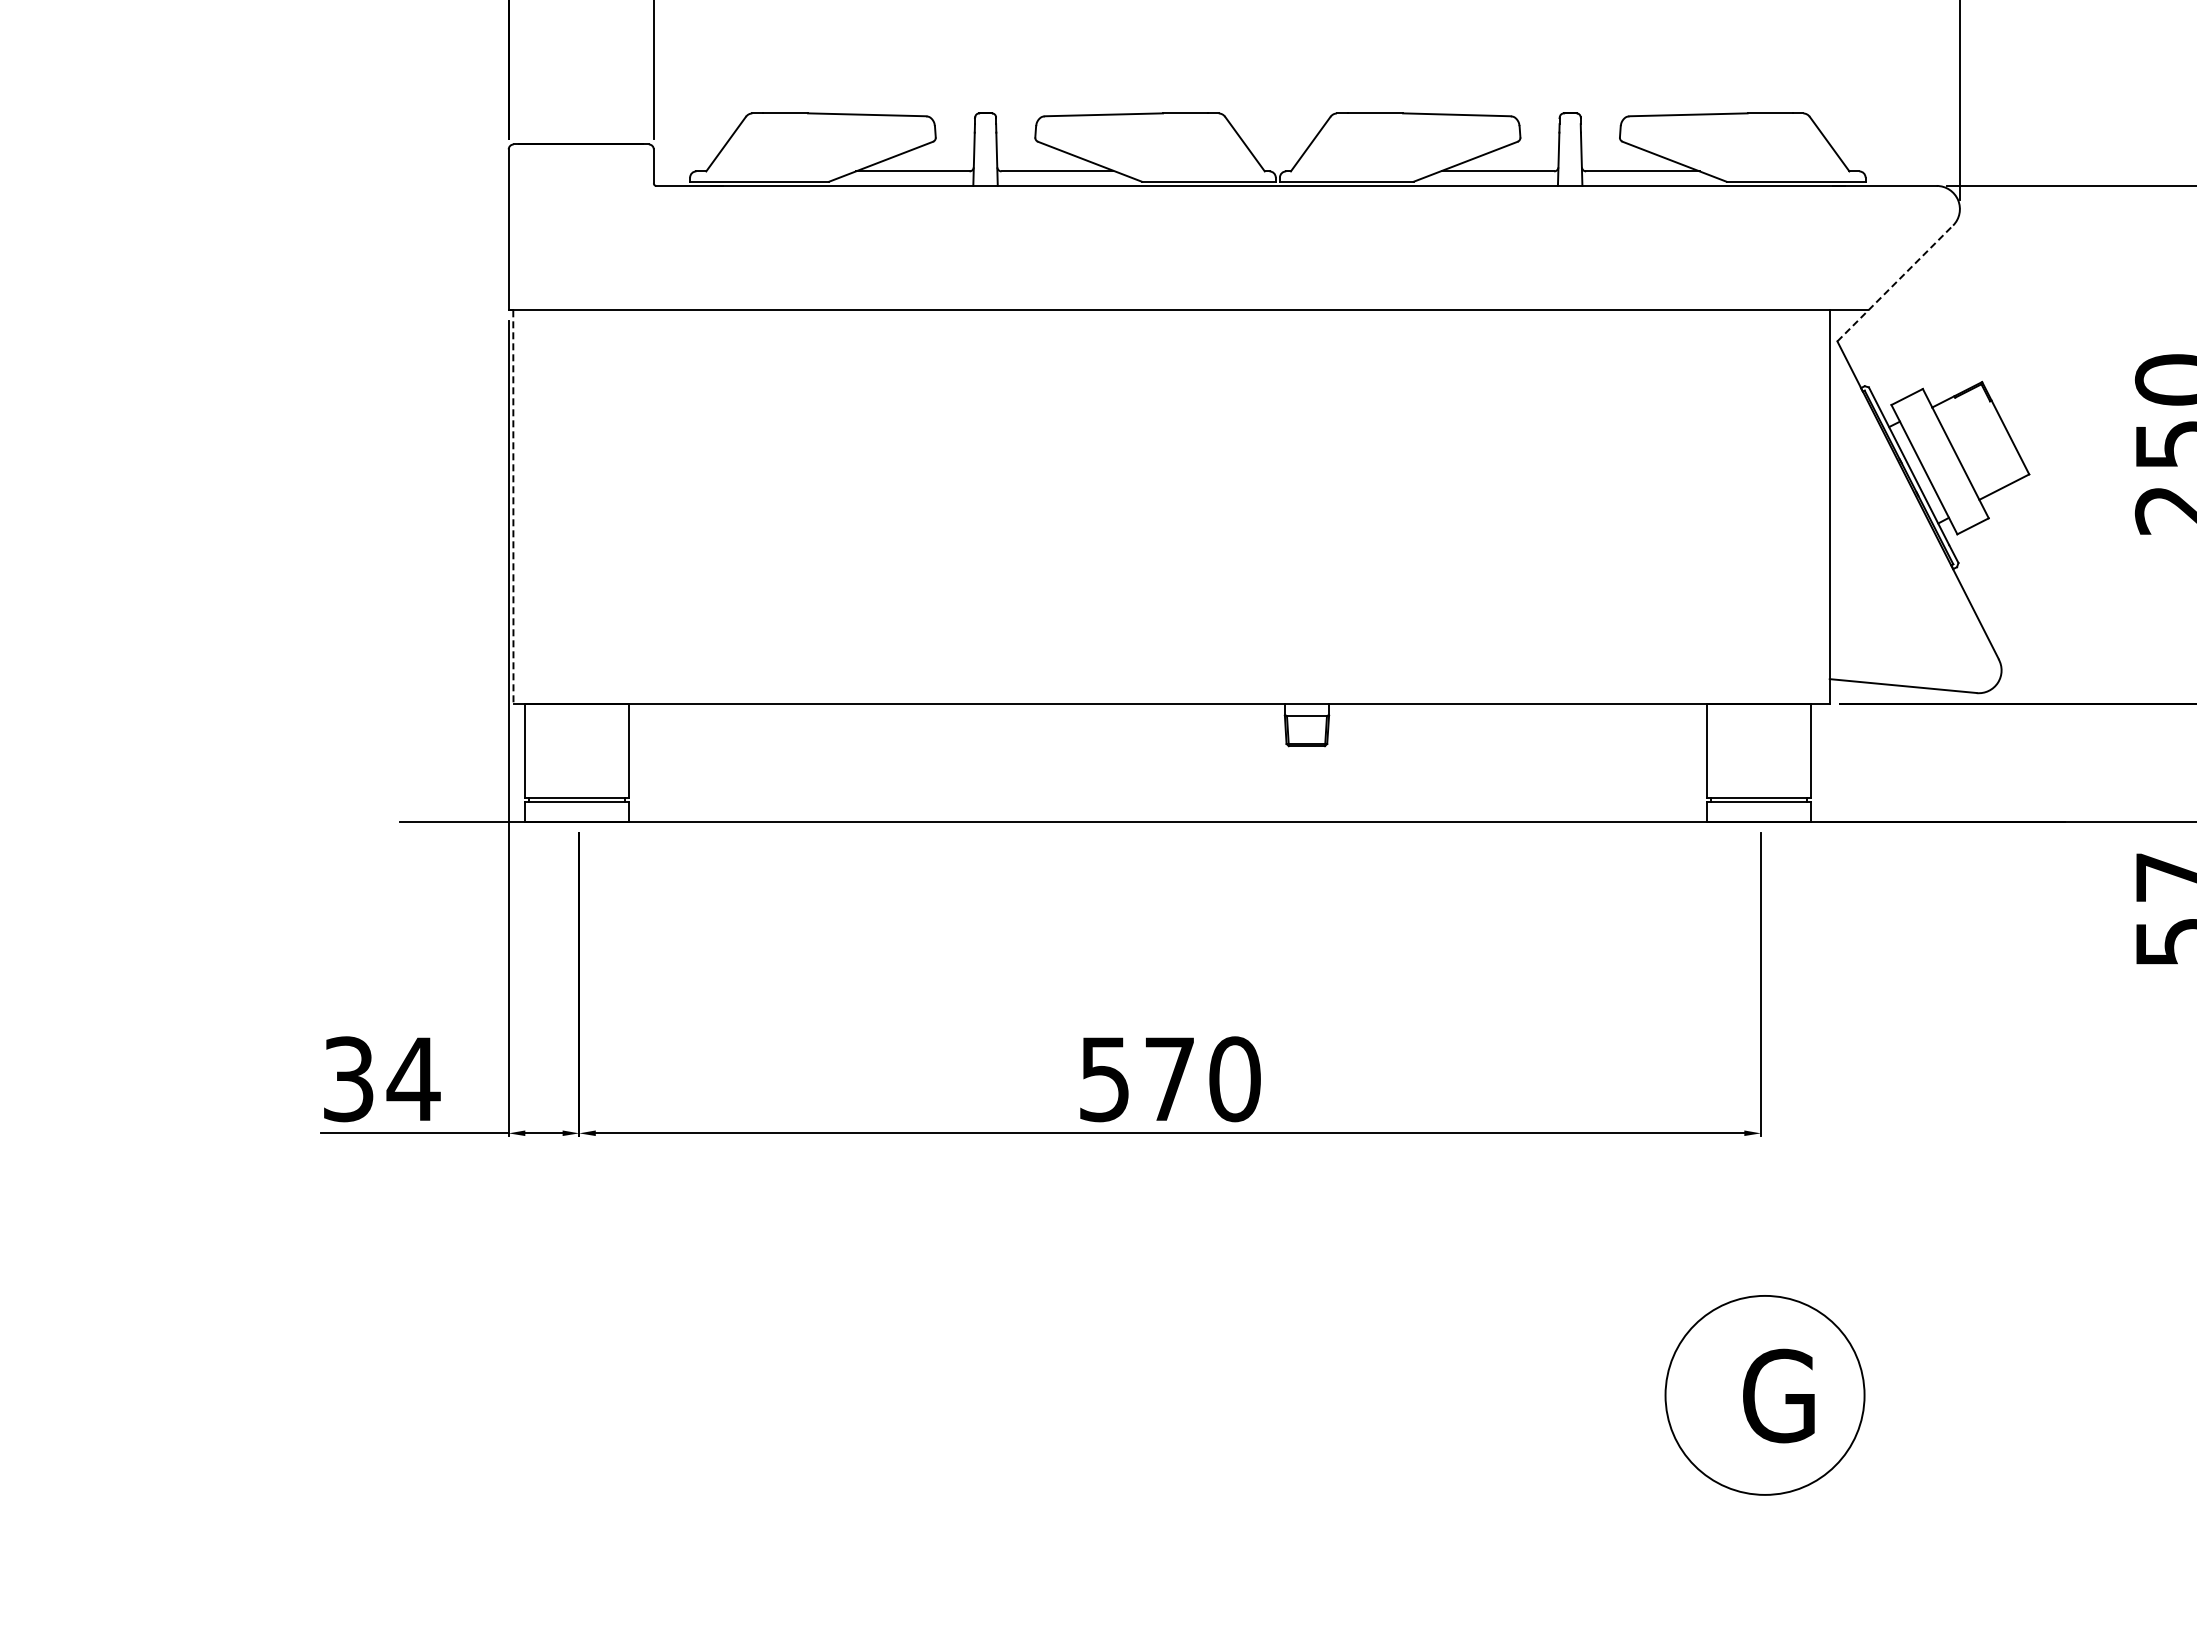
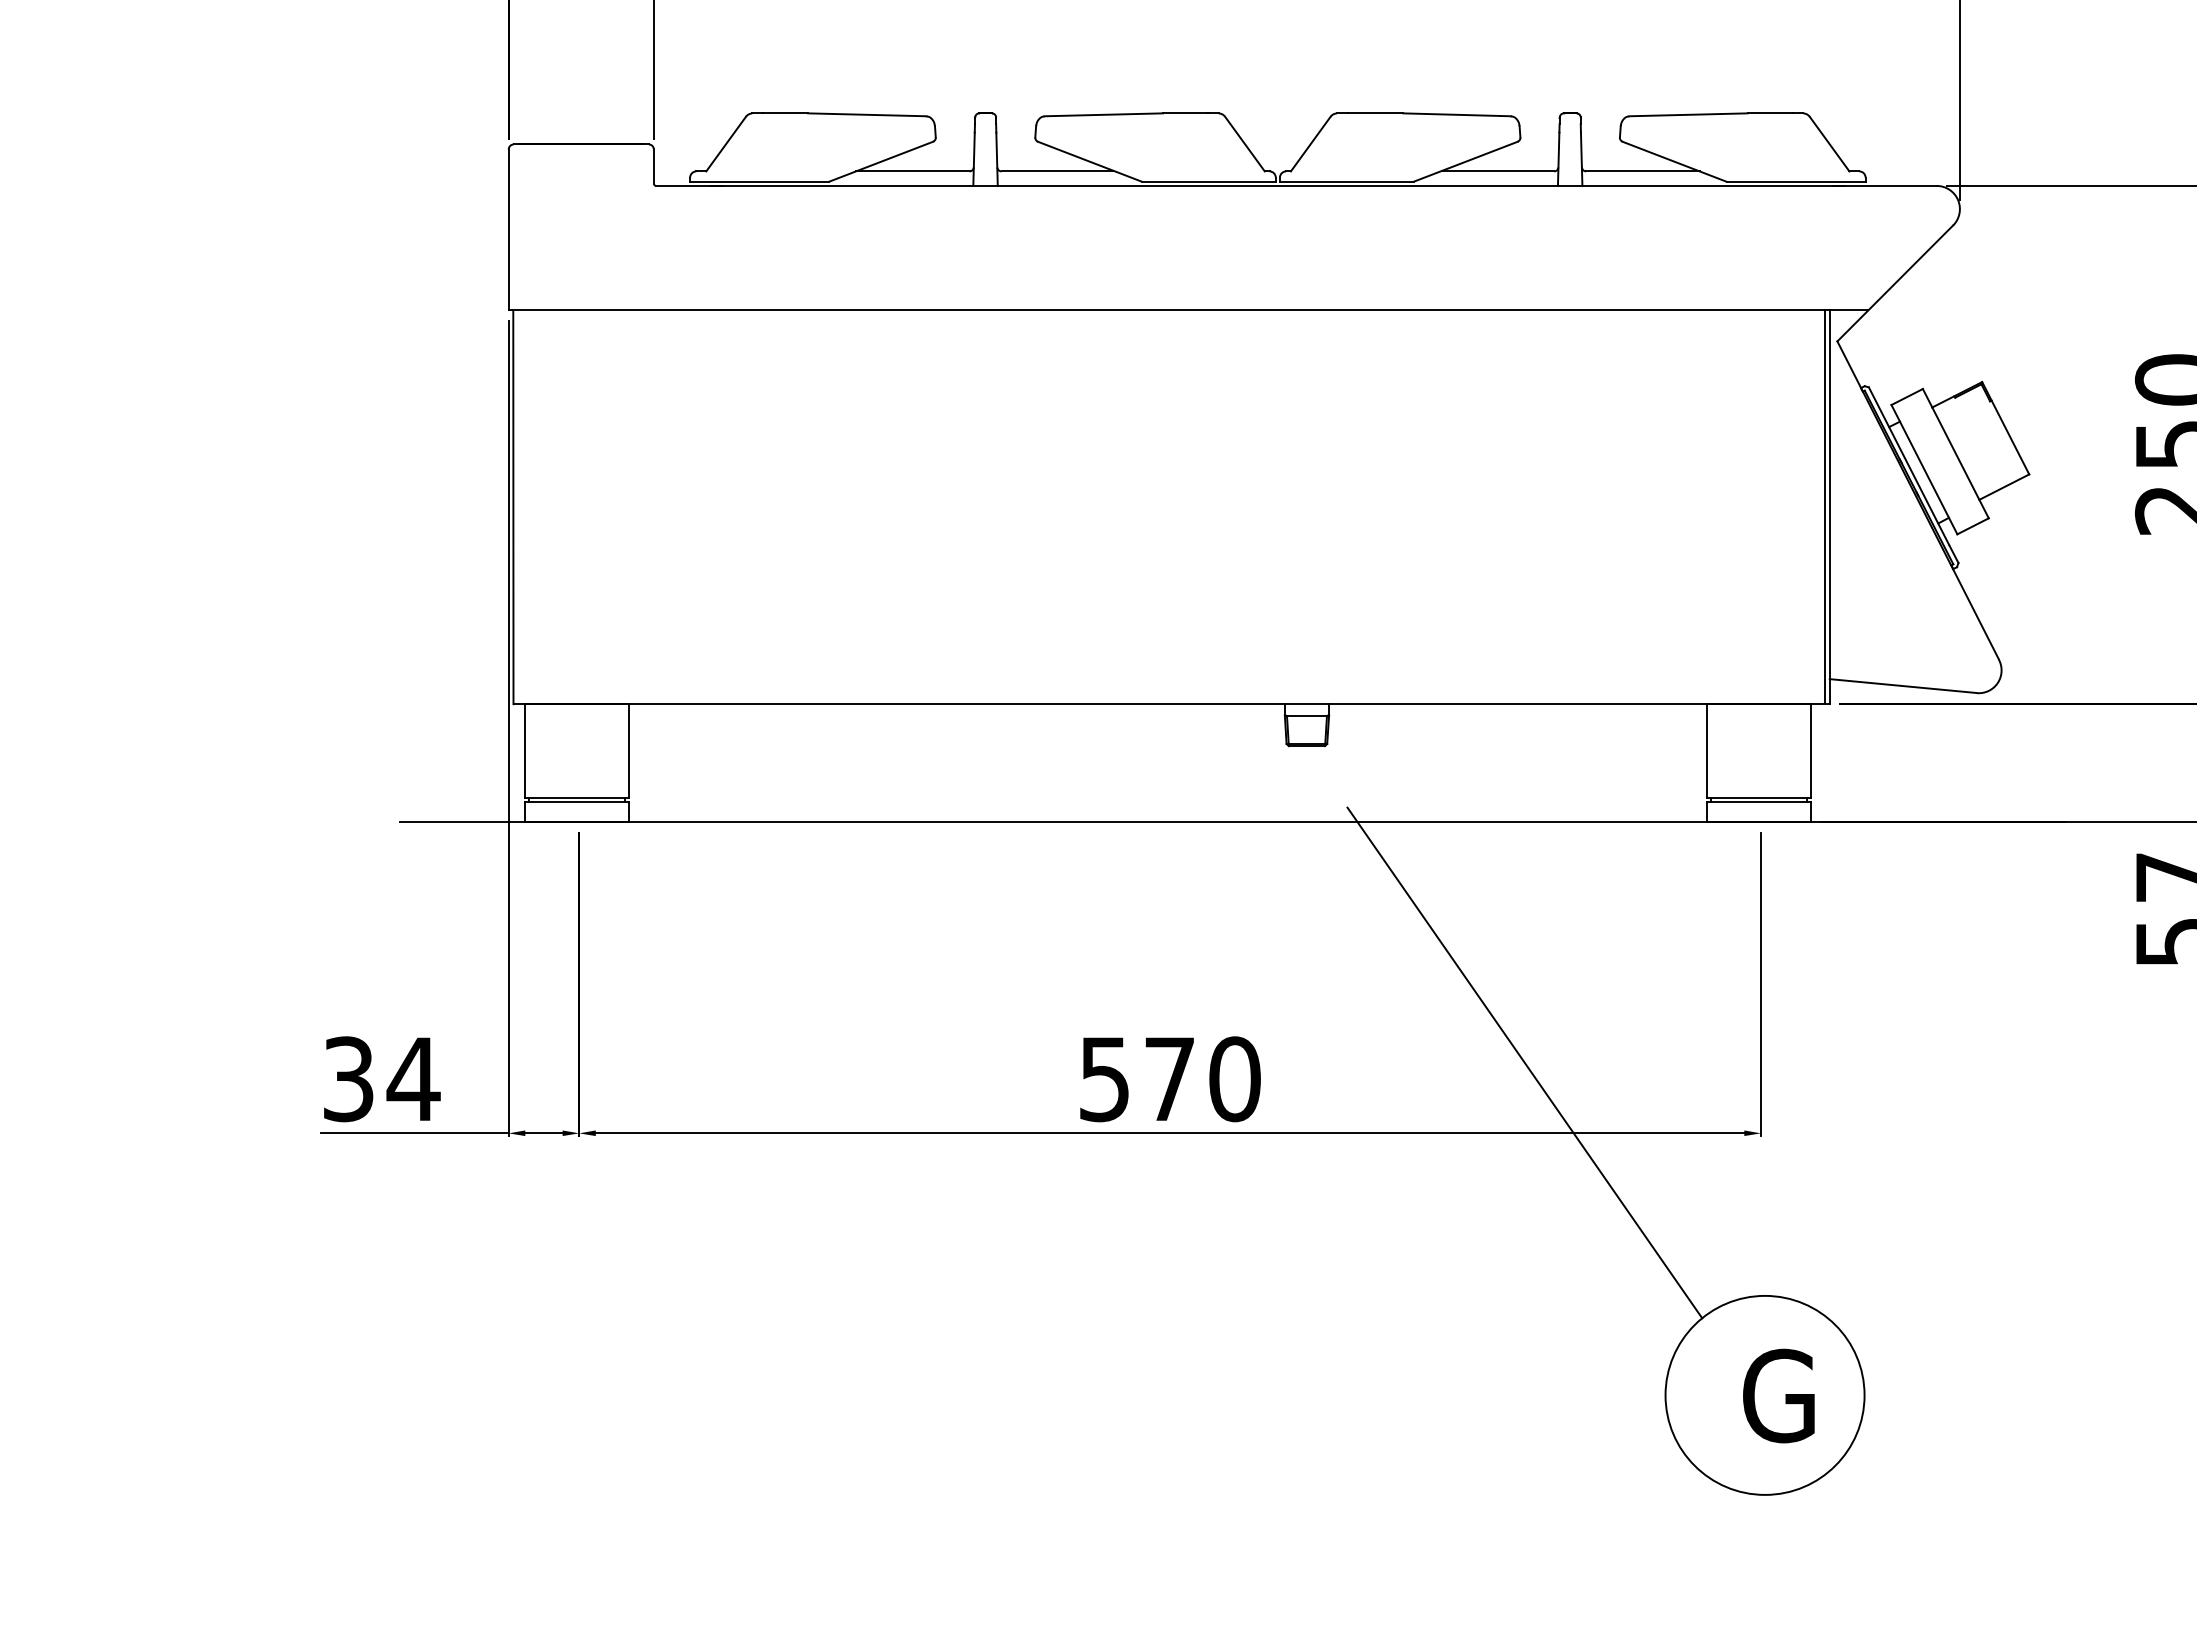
line at (1895, 283): dashed -> solid
line at (513, 507): dashed -> solid
line at (1825, 507): none -> present
line at (1524, 1062): none -> present
